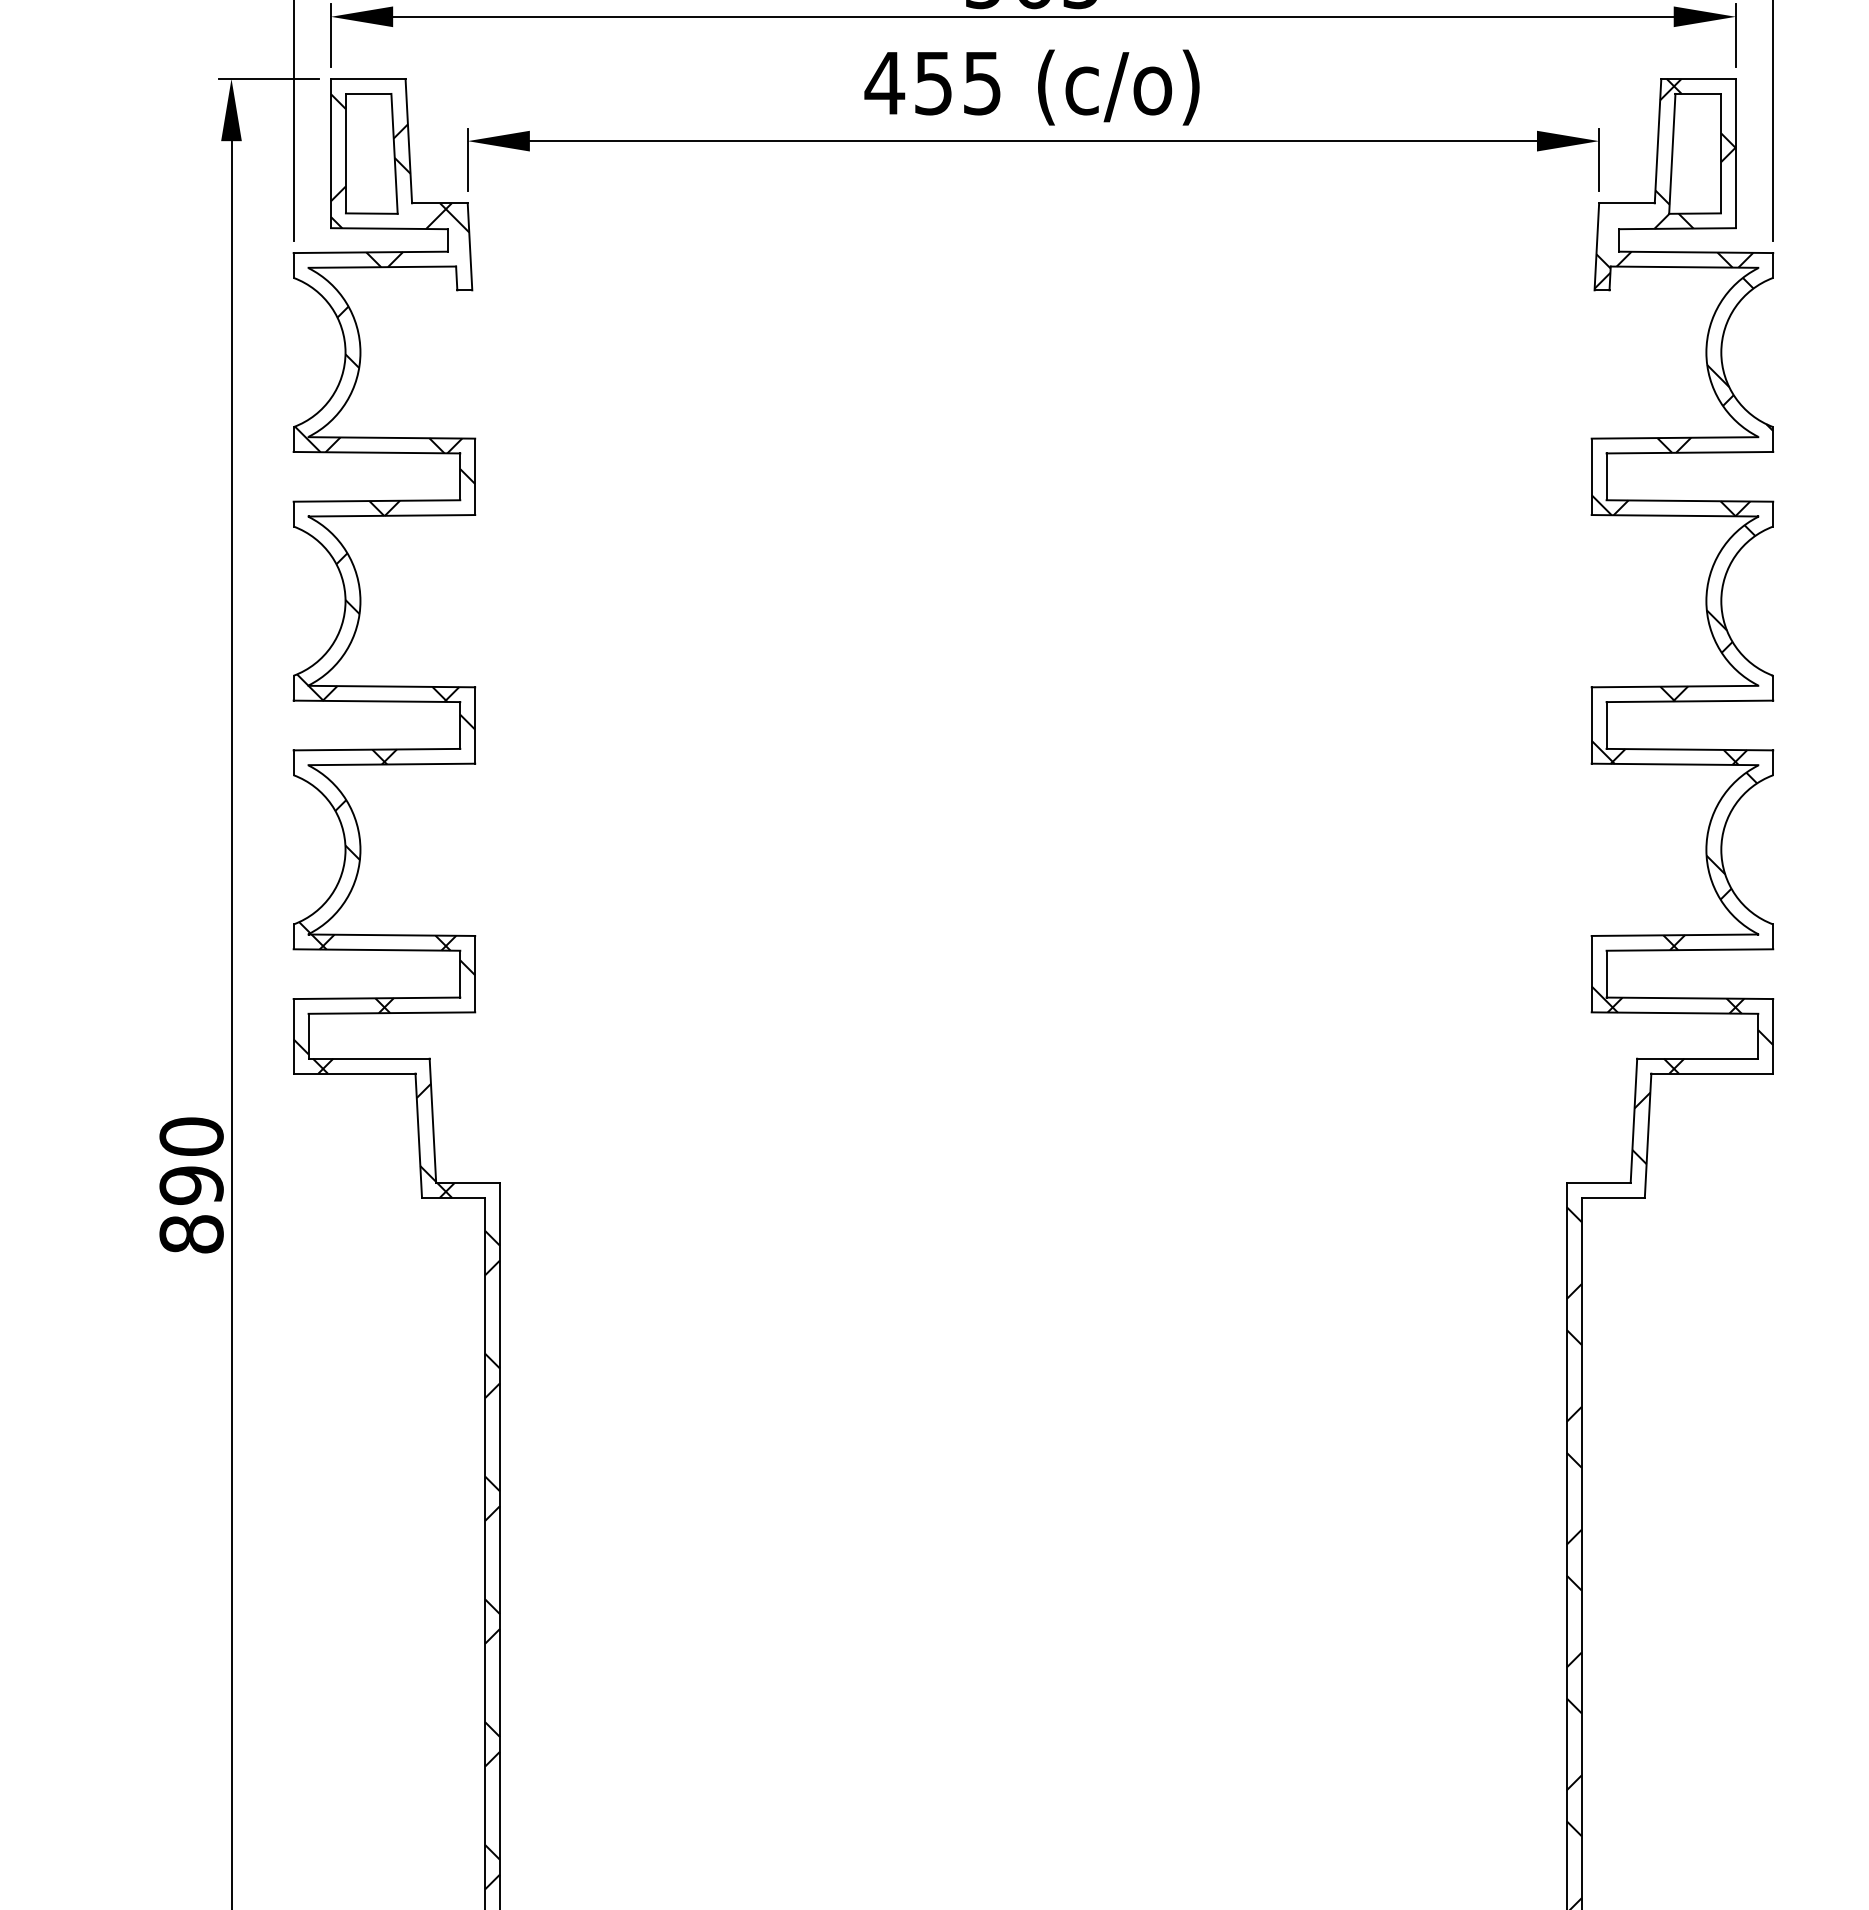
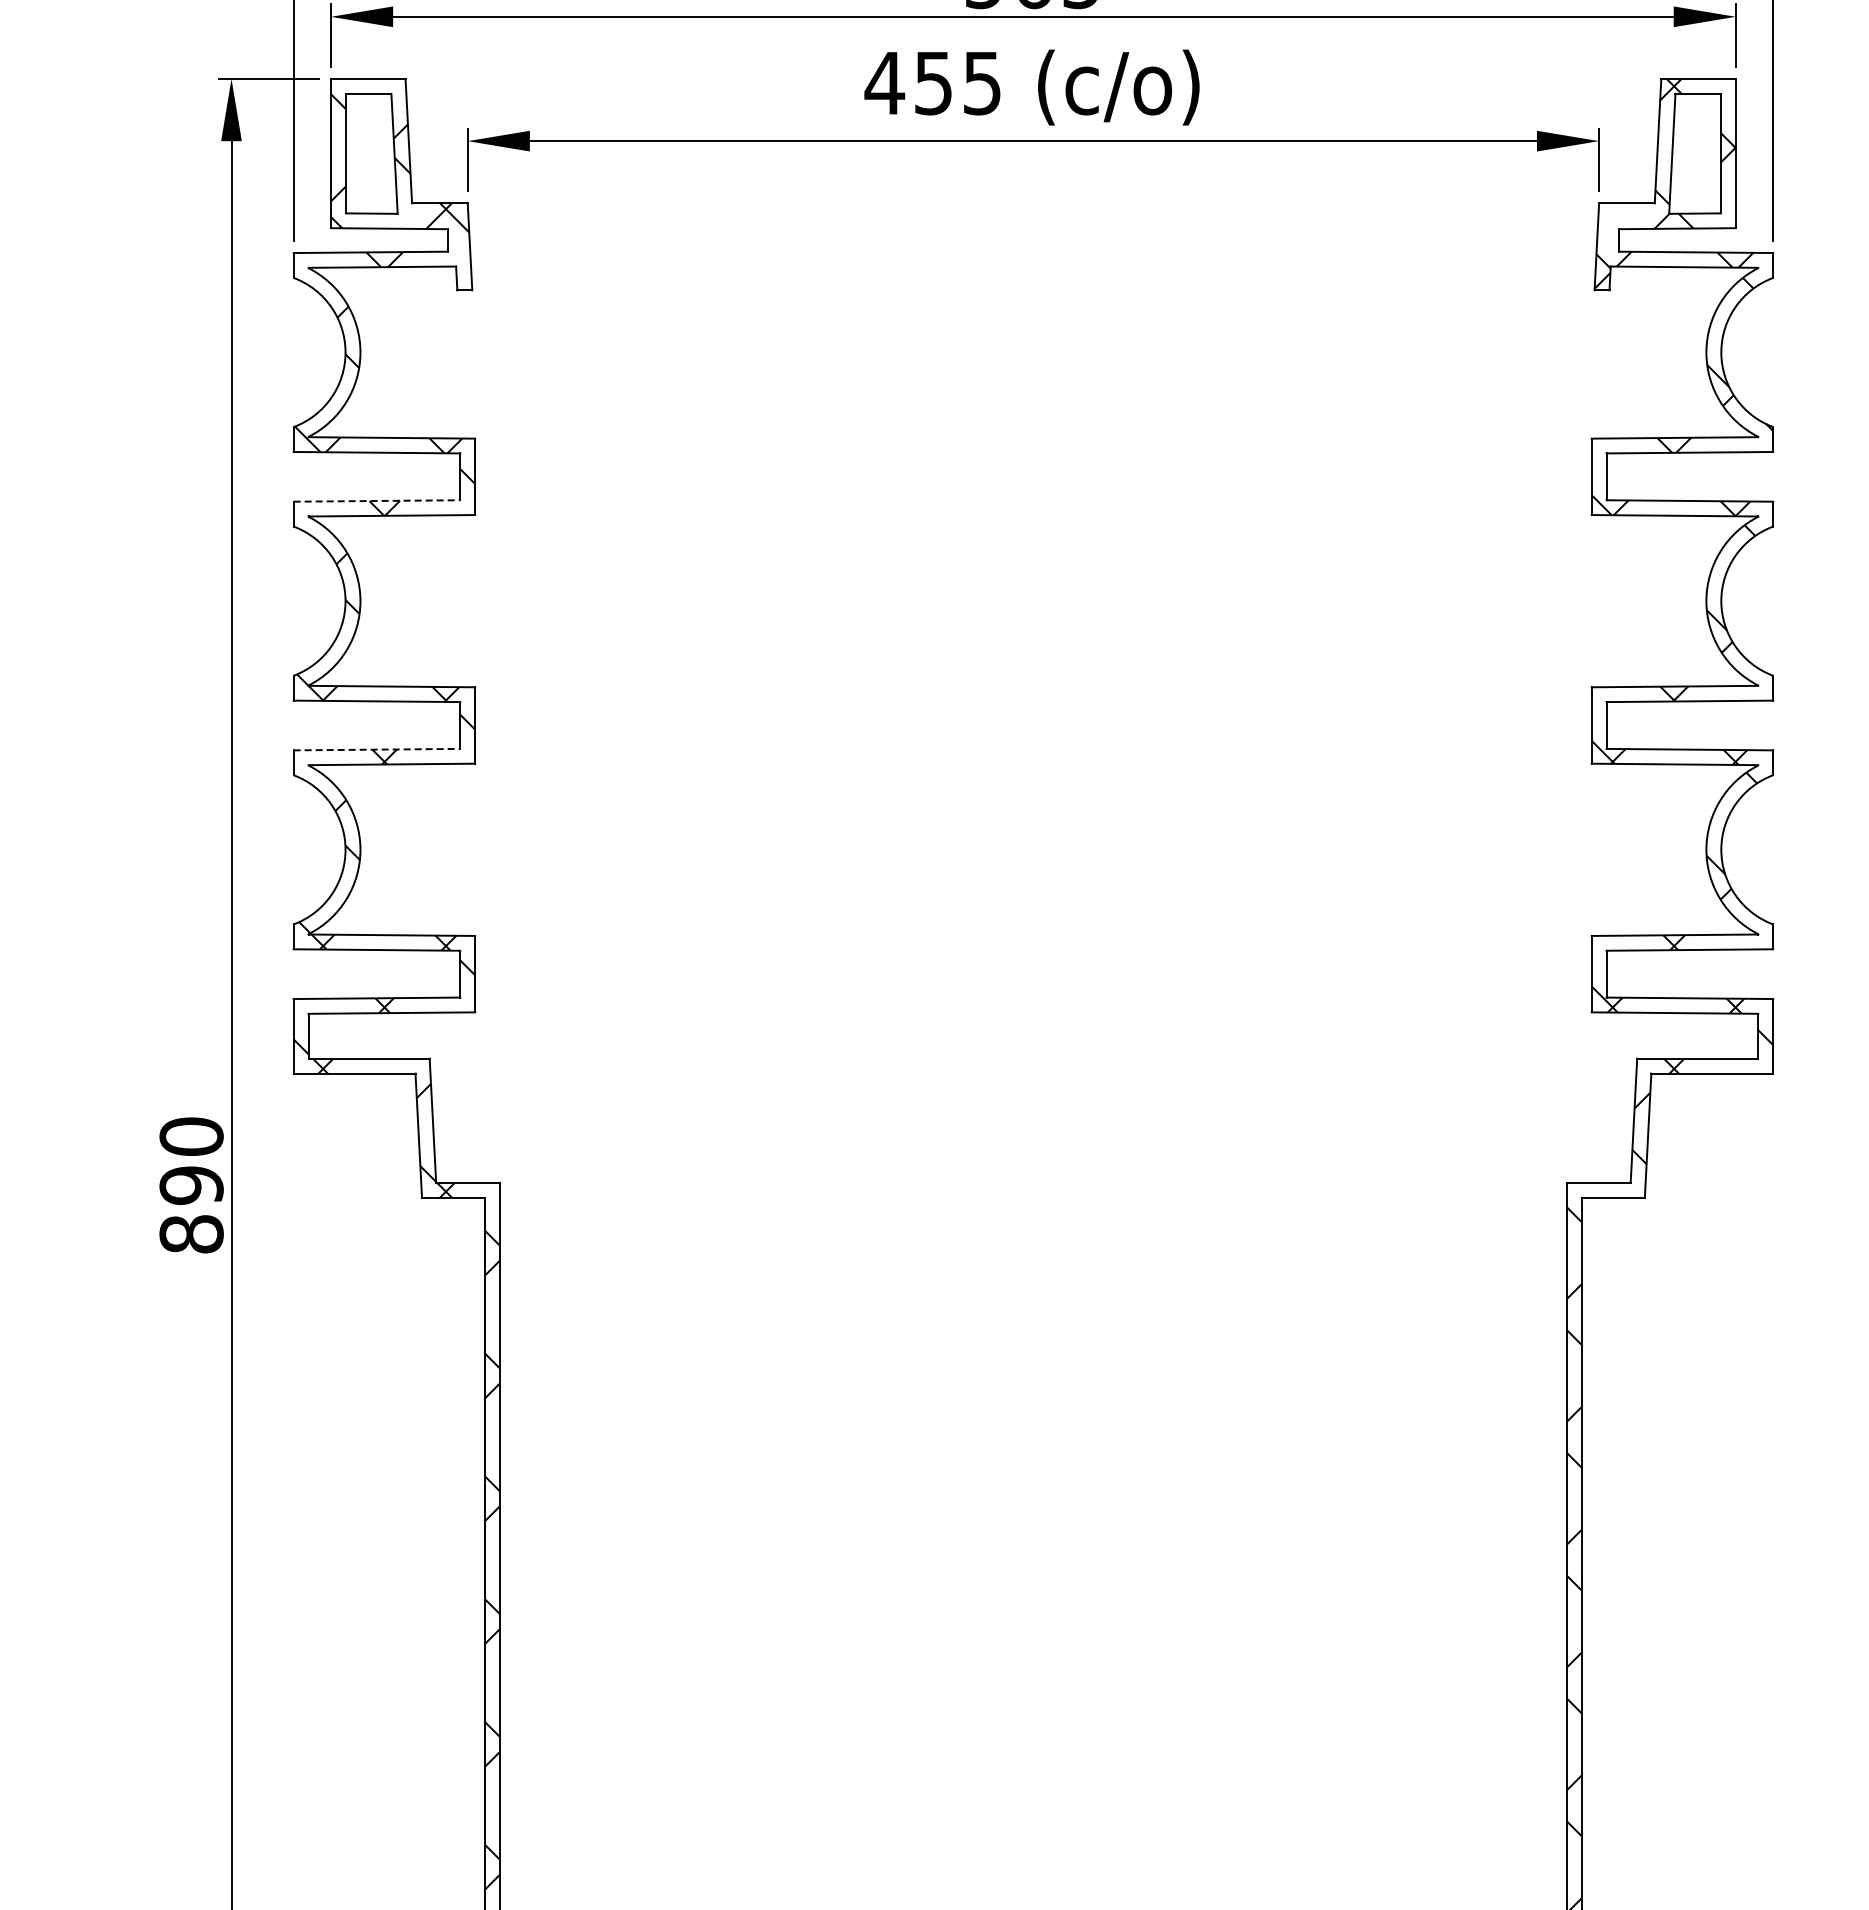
line at (377, 500): solid -> dashed
line at (377, 749): solid -> dashed
